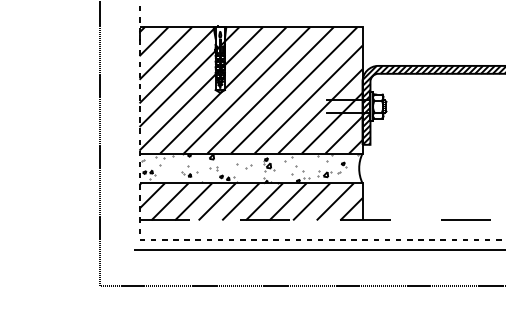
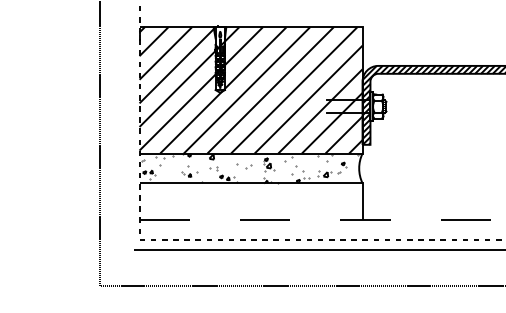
hatch at (250, 201): present -> none
